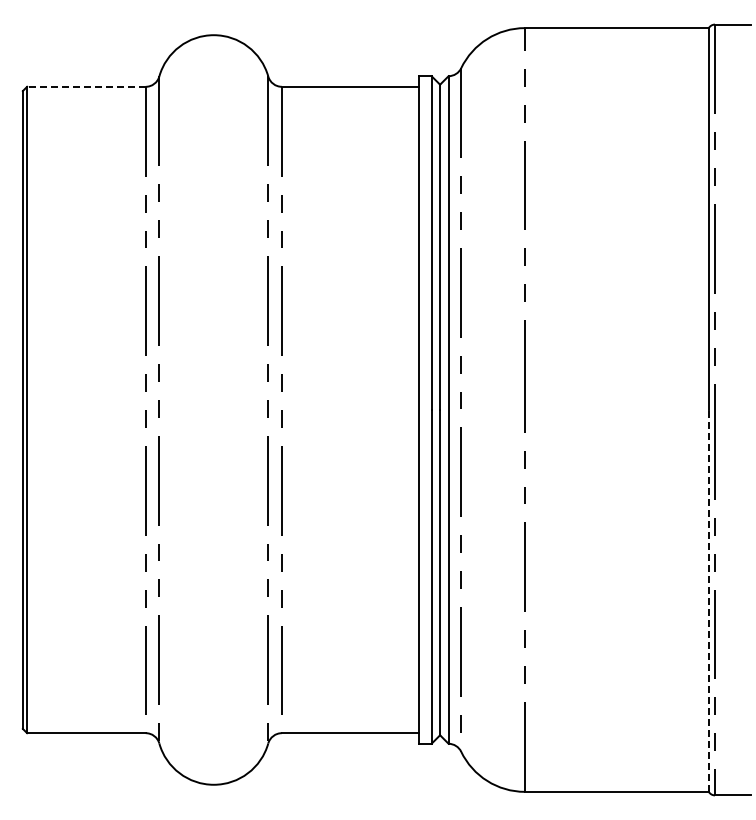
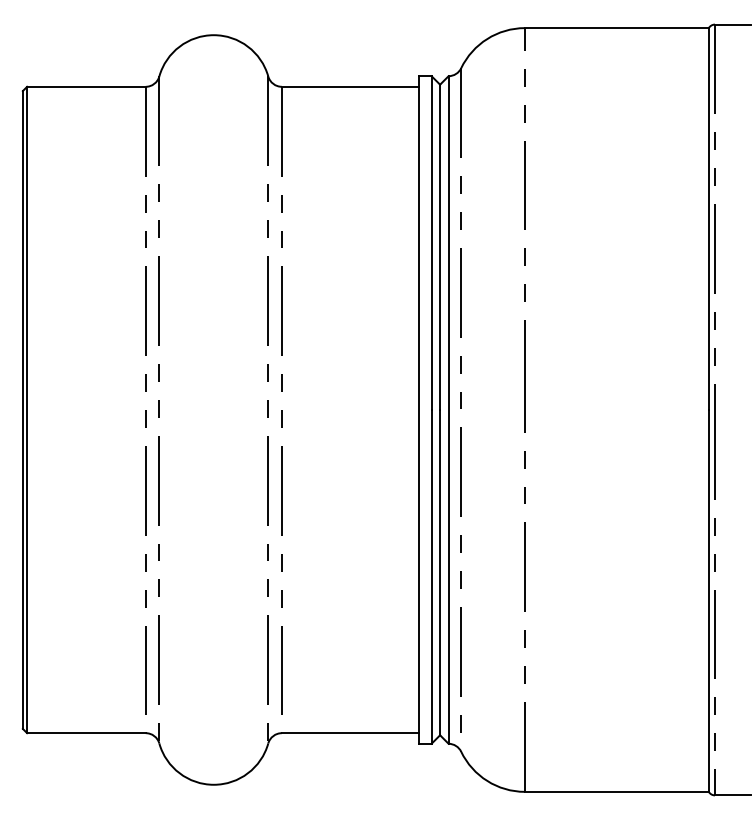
line at (85, 86): dashed -> solid
line at (708, 600): dashed -> solid
